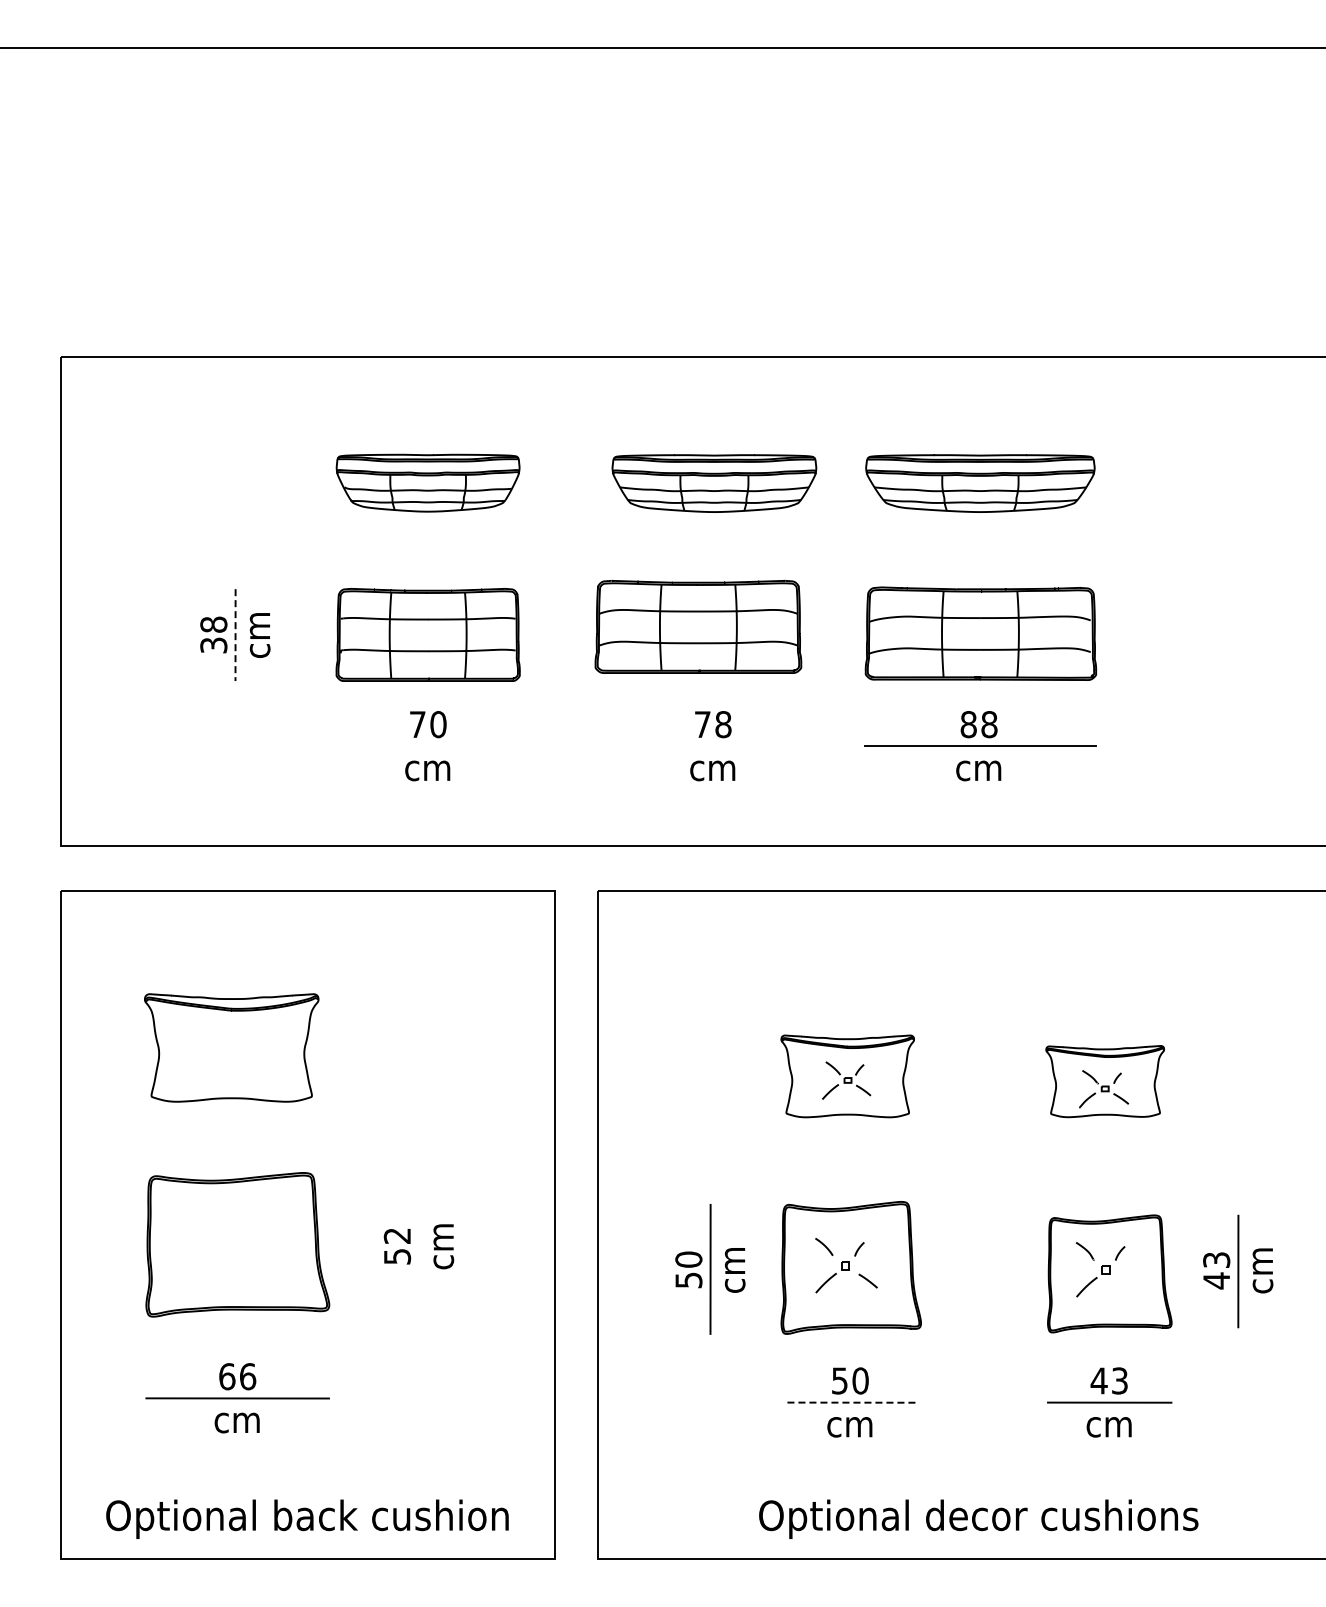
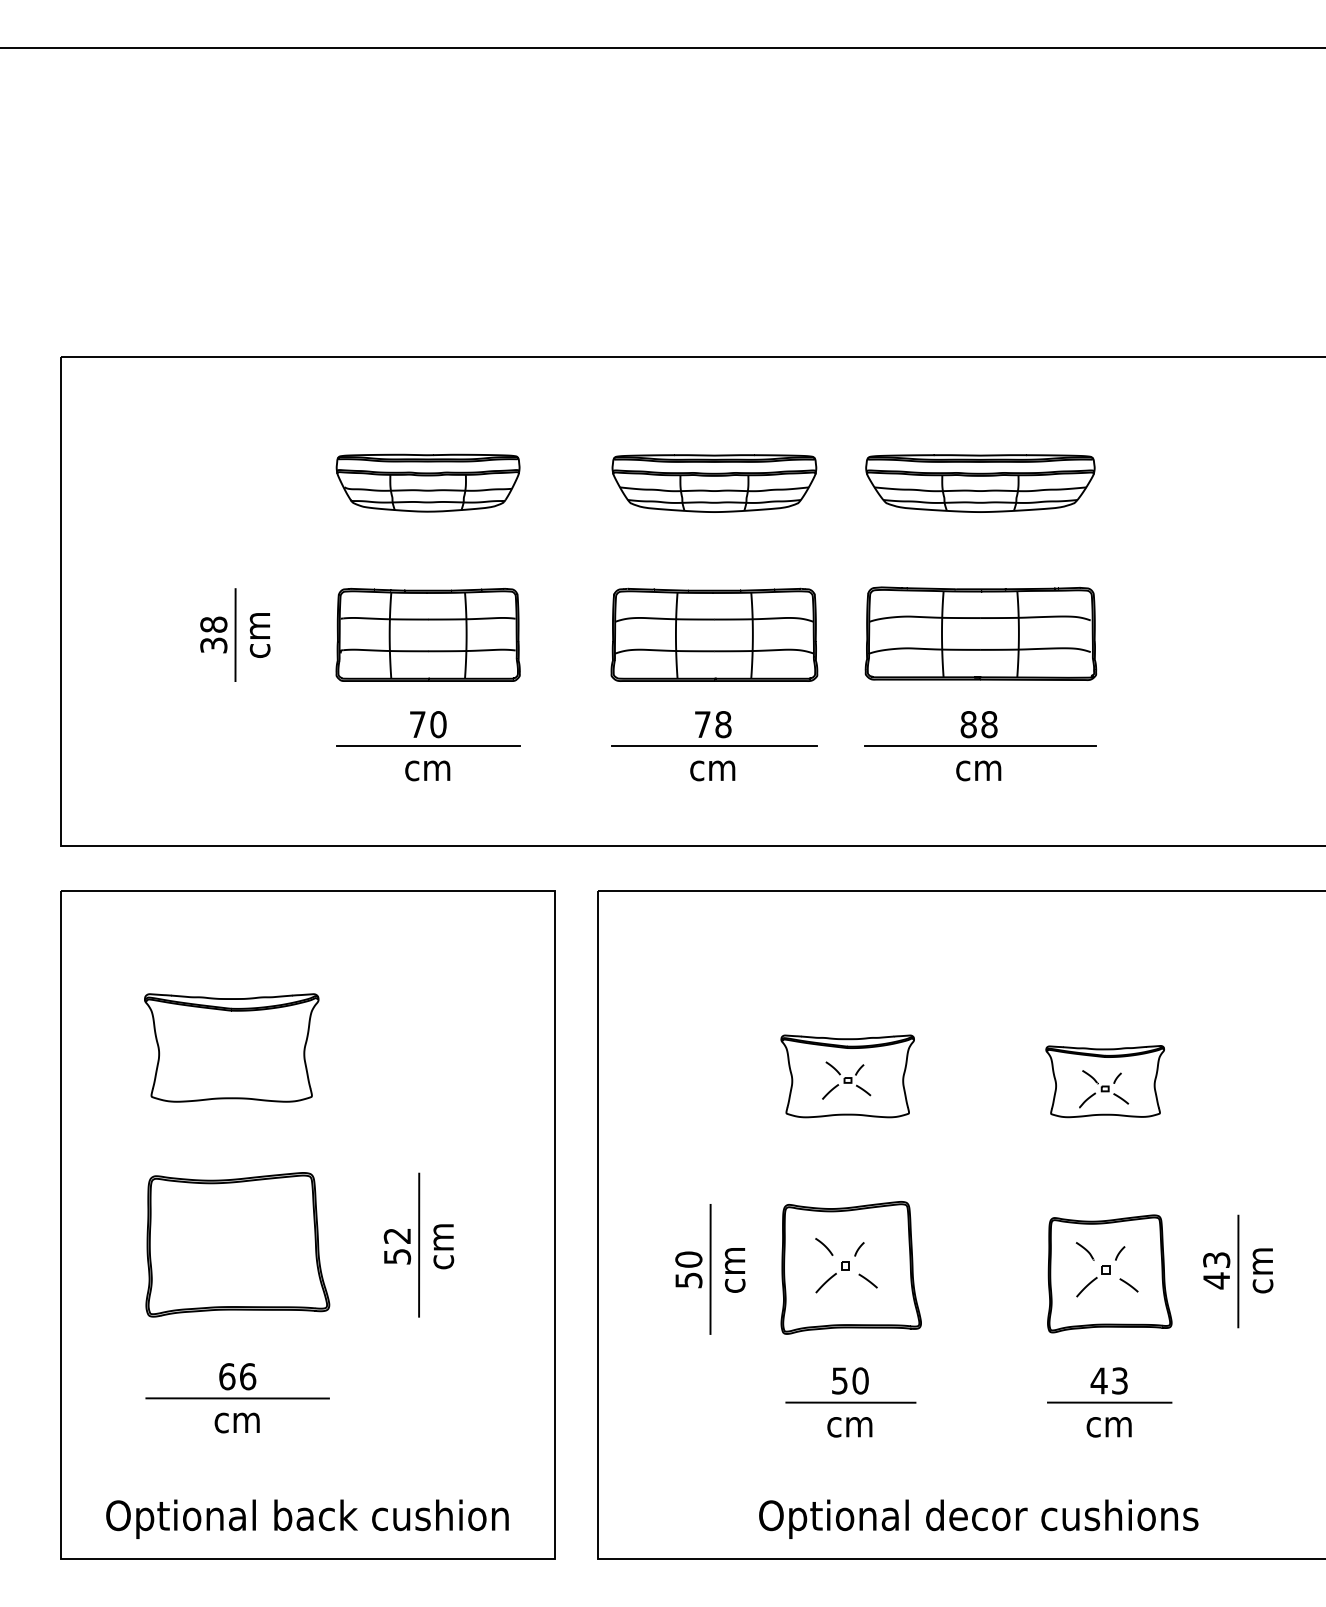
part at (698, 626) position: (698, 626) -> (714, 634)
line at (235, 635): dashed -> solid
line at (427, 746): none -> present
line at (714, 746): none -> present
line at (419, 1244): none -> present
line at (1128, 1285): none -> present
line at (850, 1402): dashed -> solid
